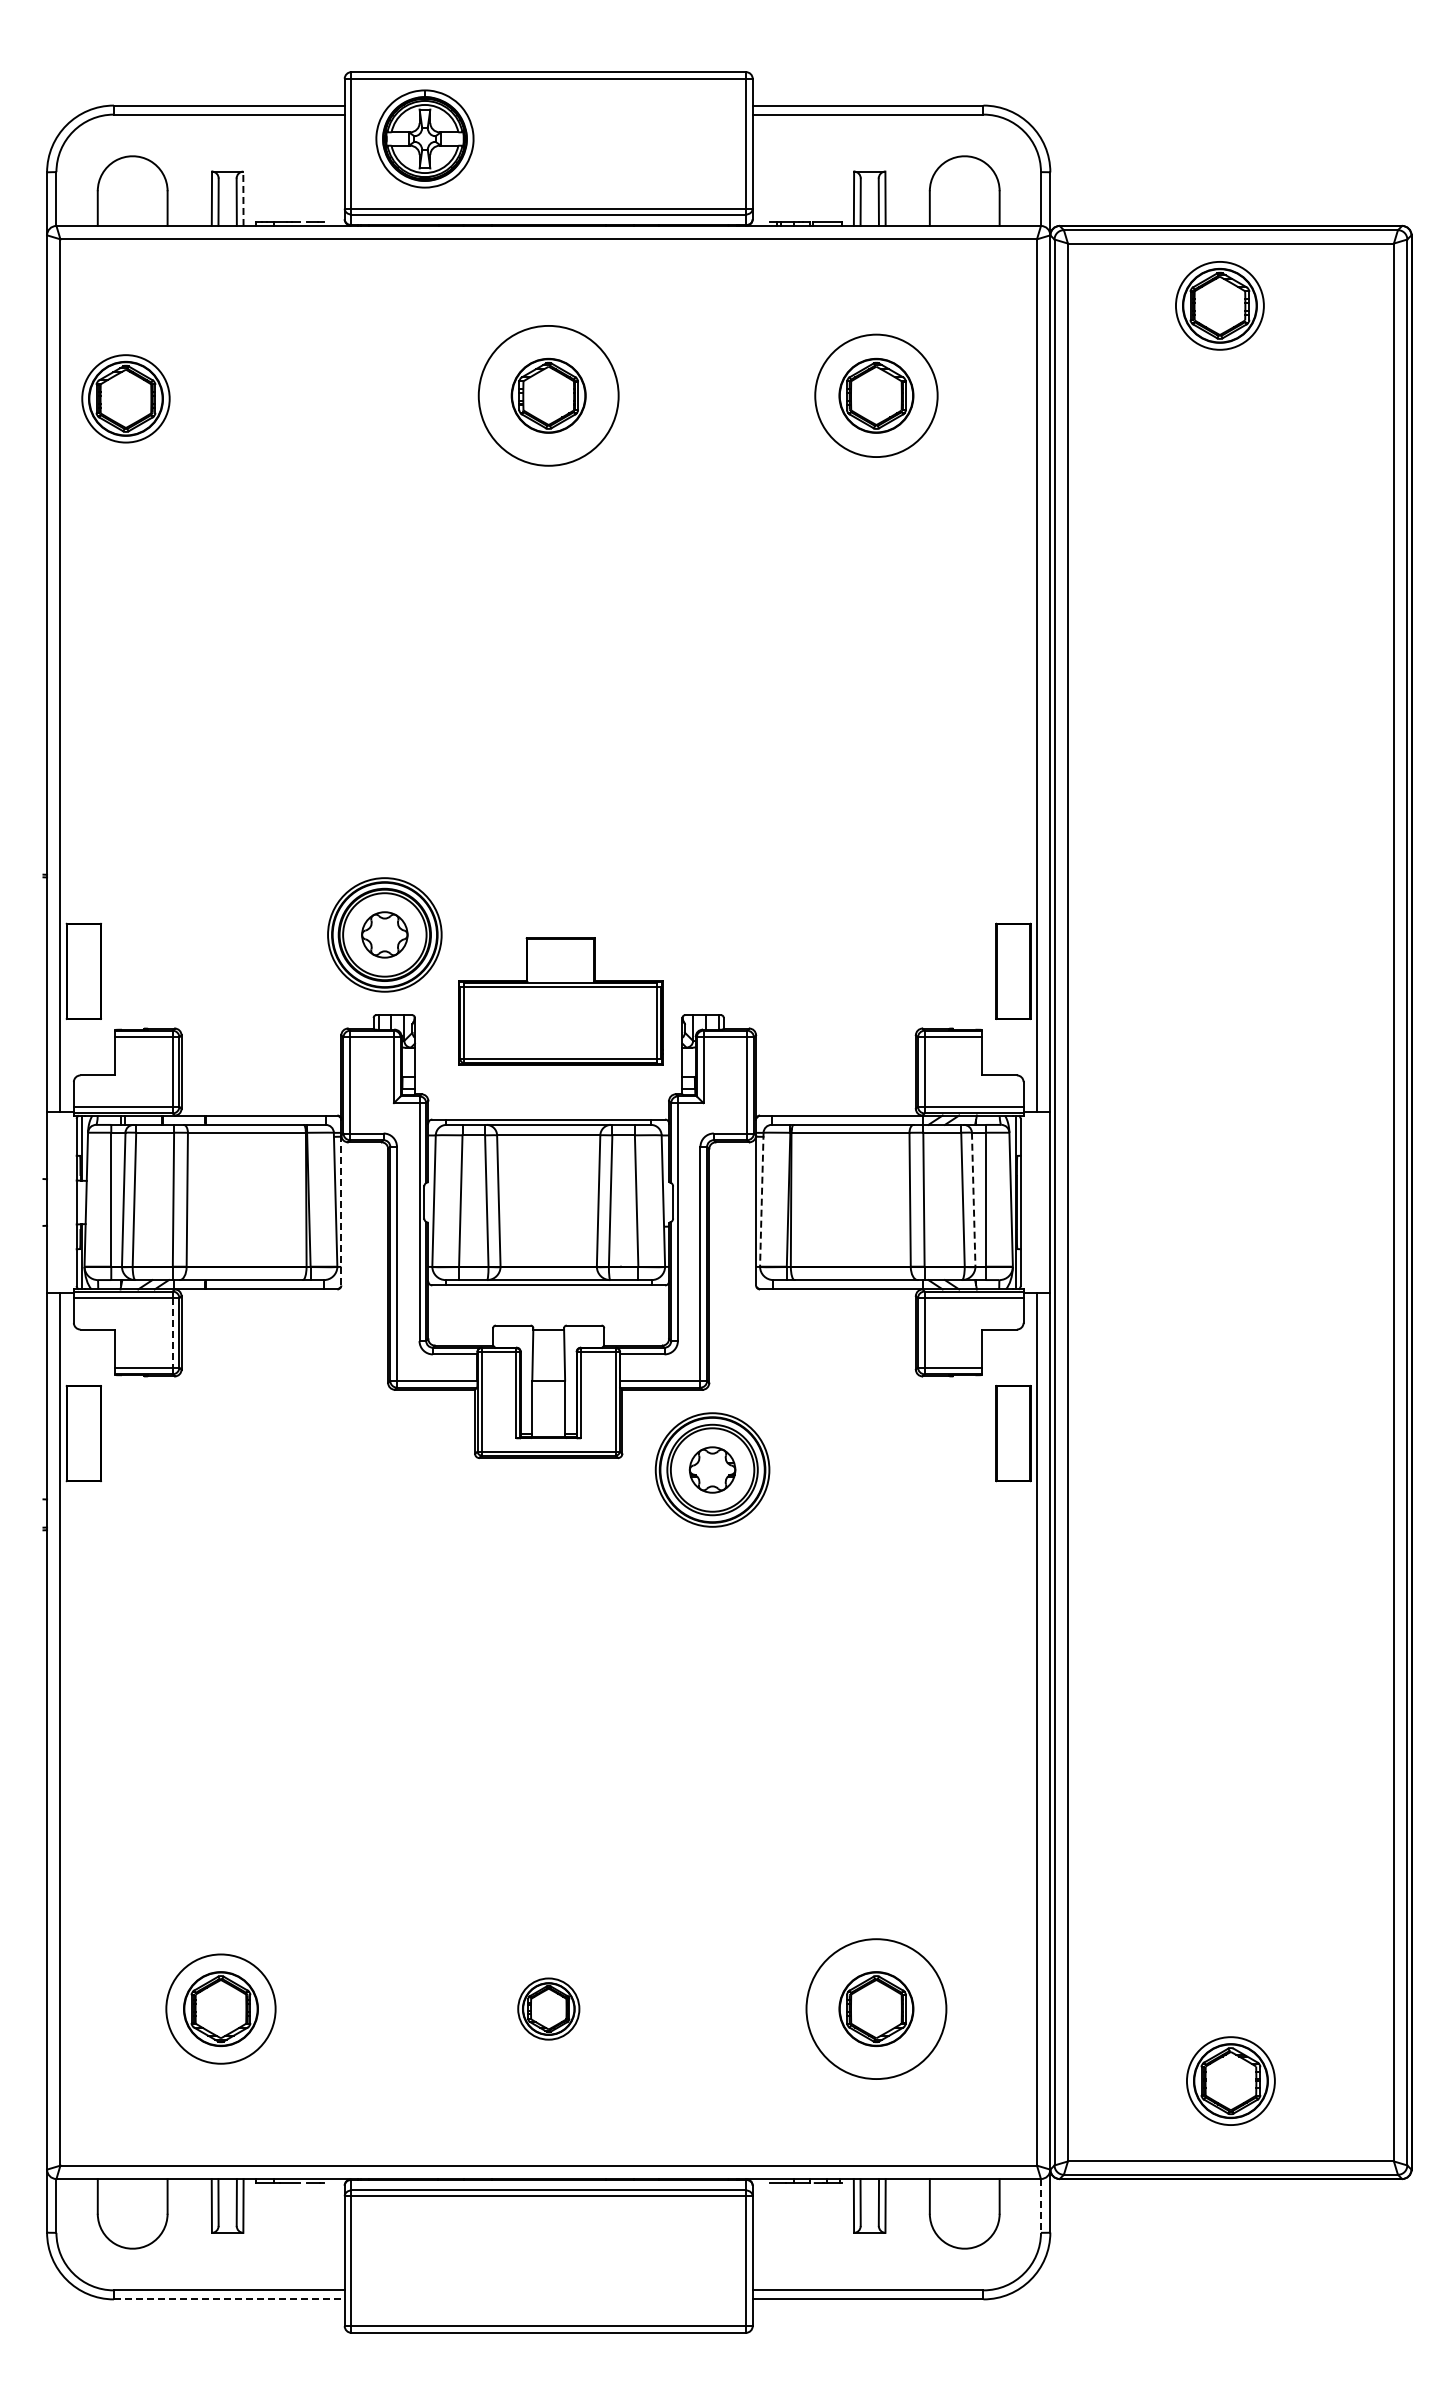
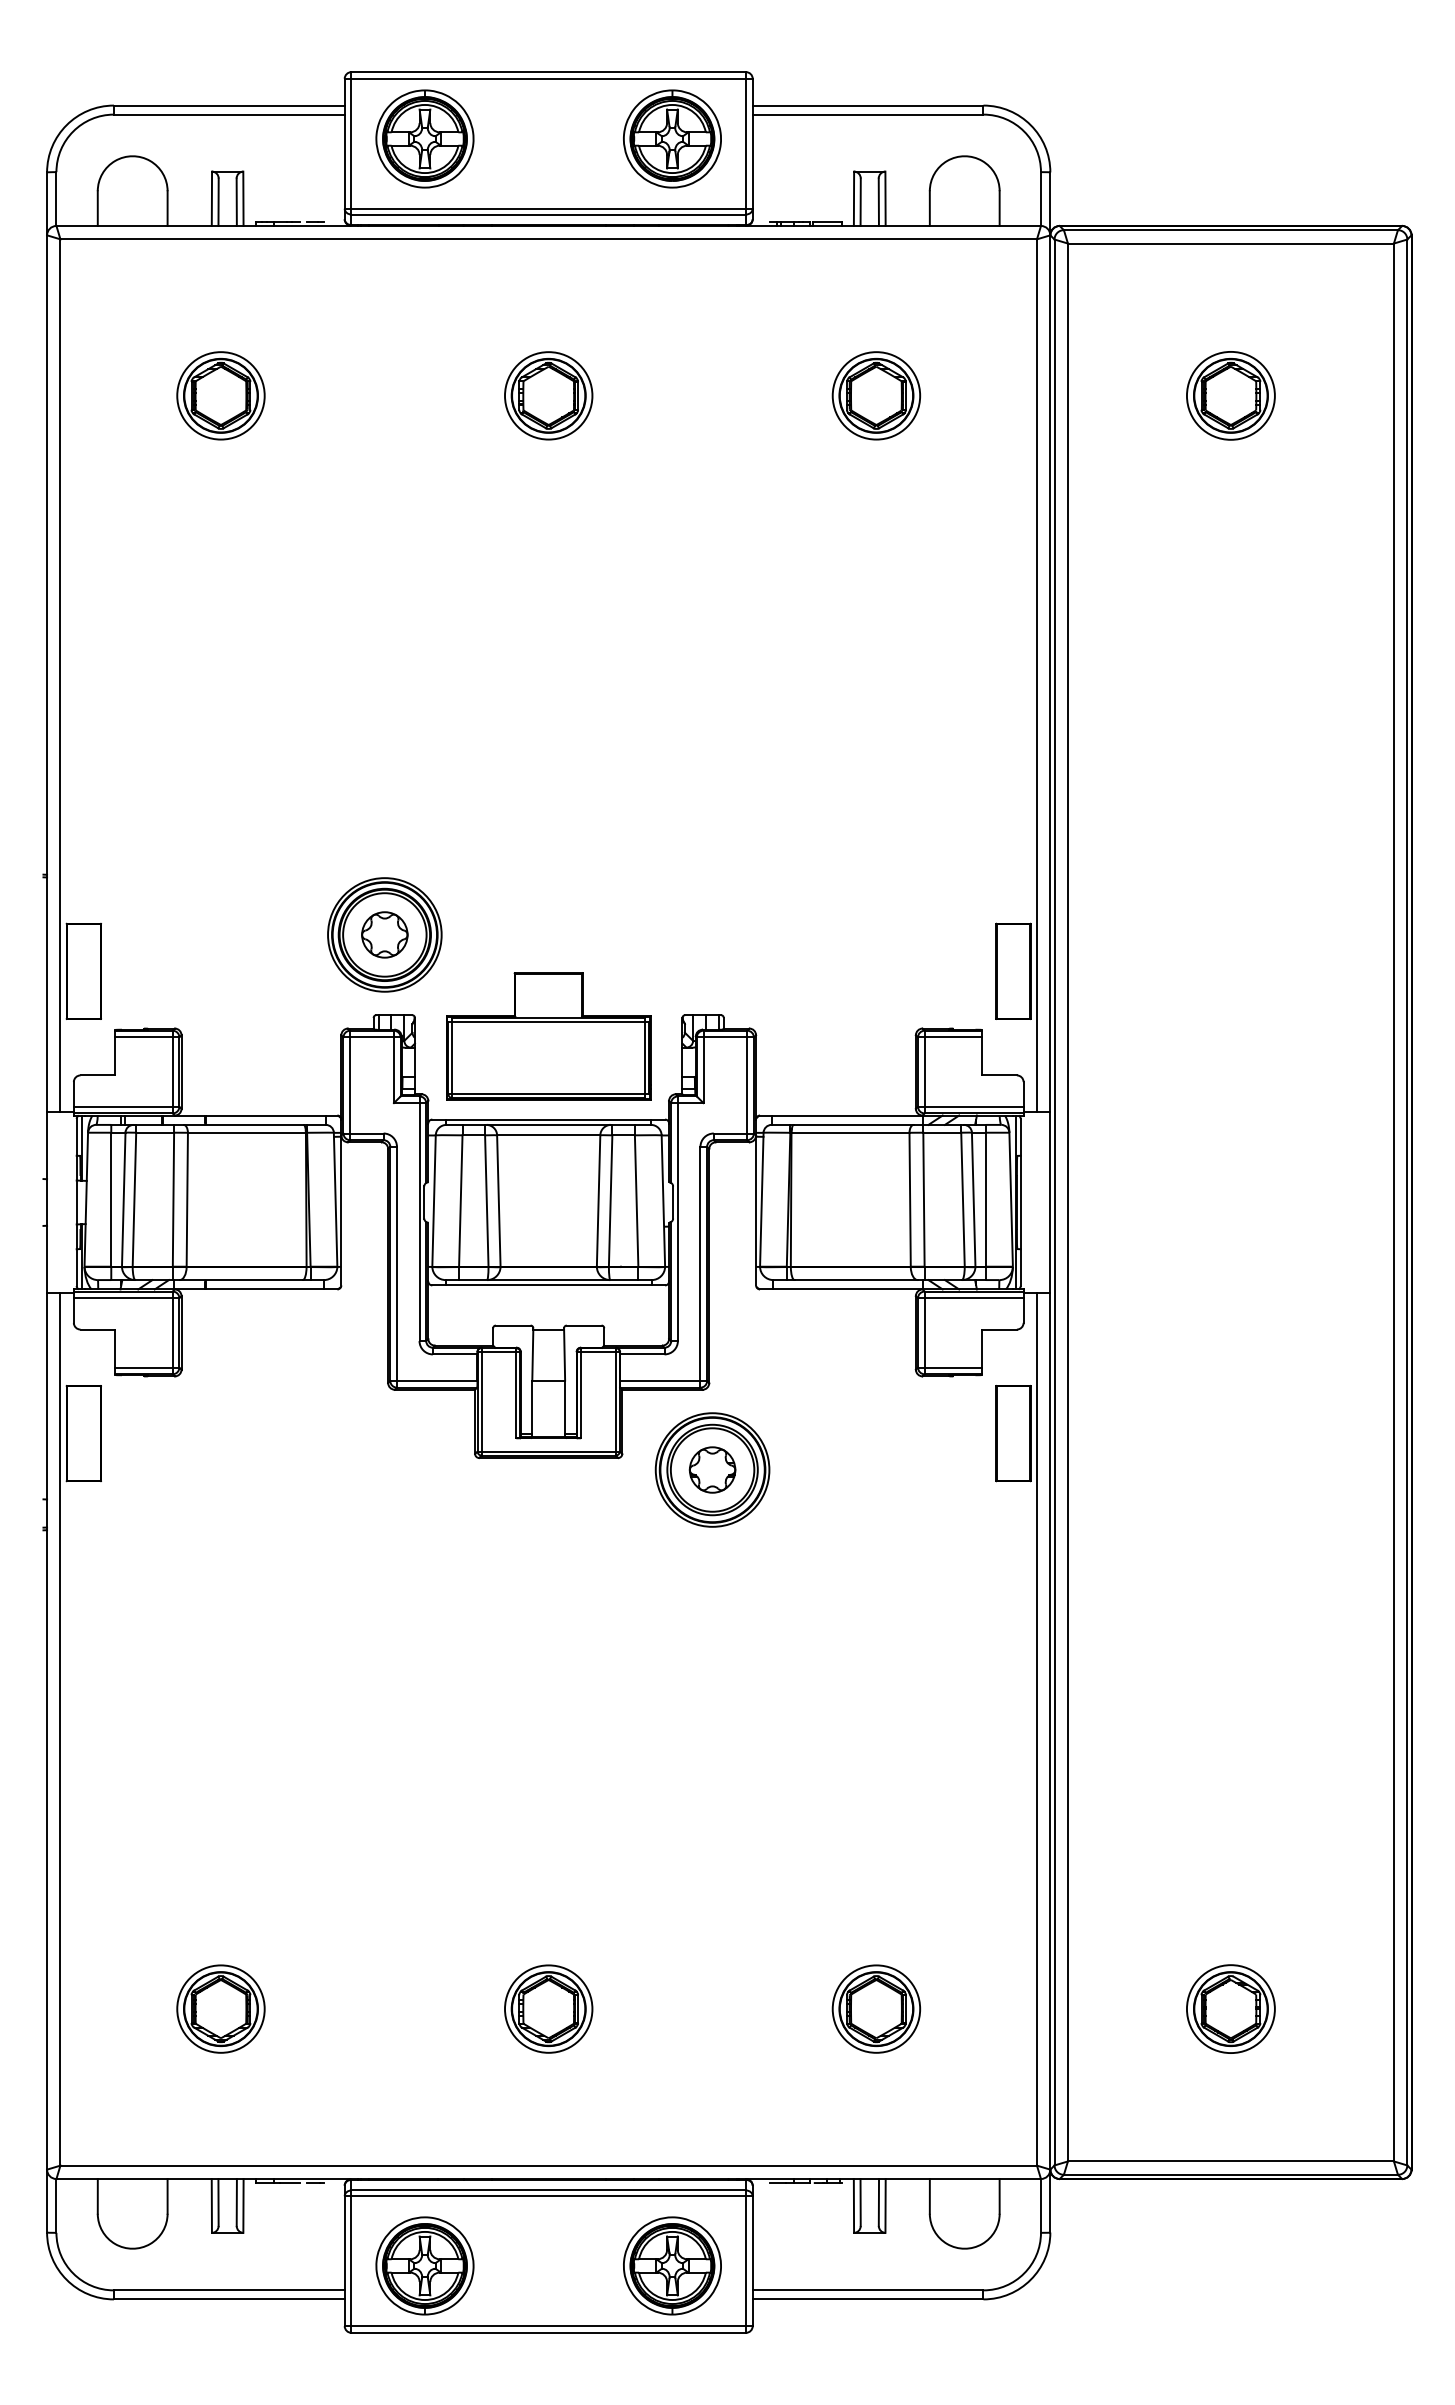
part at (672, 138): none -> present
line at (243, 198): dashed -> solid
part at (1219, 305) position: (1219, 305) -> (1230, 395)
circle at (548, 395) diameter: 140 px -> 87 px
circle at (876, 395) diameter: 122 px -> 87 px
part at (125, 398) position: (125, 398) -> (220, 395)
part at (560, 1001) position: (560, 1001) -> (548, 1036)
line at (761, 1200): dashed -> solid
line at (973, 1200): dashed -> solid
line at (341, 1210): dashed -> solid
line at (172, 1332): dashed -> solid
circle at (220, 2008) diameter: 109 px -> 87 px
part at (548, 2008) size: 64x64 px -> 90x90 px
circle at (876, 2009) diameter: 140 px -> 87 px
part at (1230, 2080) position: (1230, 2080) -> (1230, 2008)
line at (1040, 2205): dashed -> solid
part at (424, 2265): none -> present
part at (672, 2265): none -> present
line at (229, 2299): dashed -> solid
